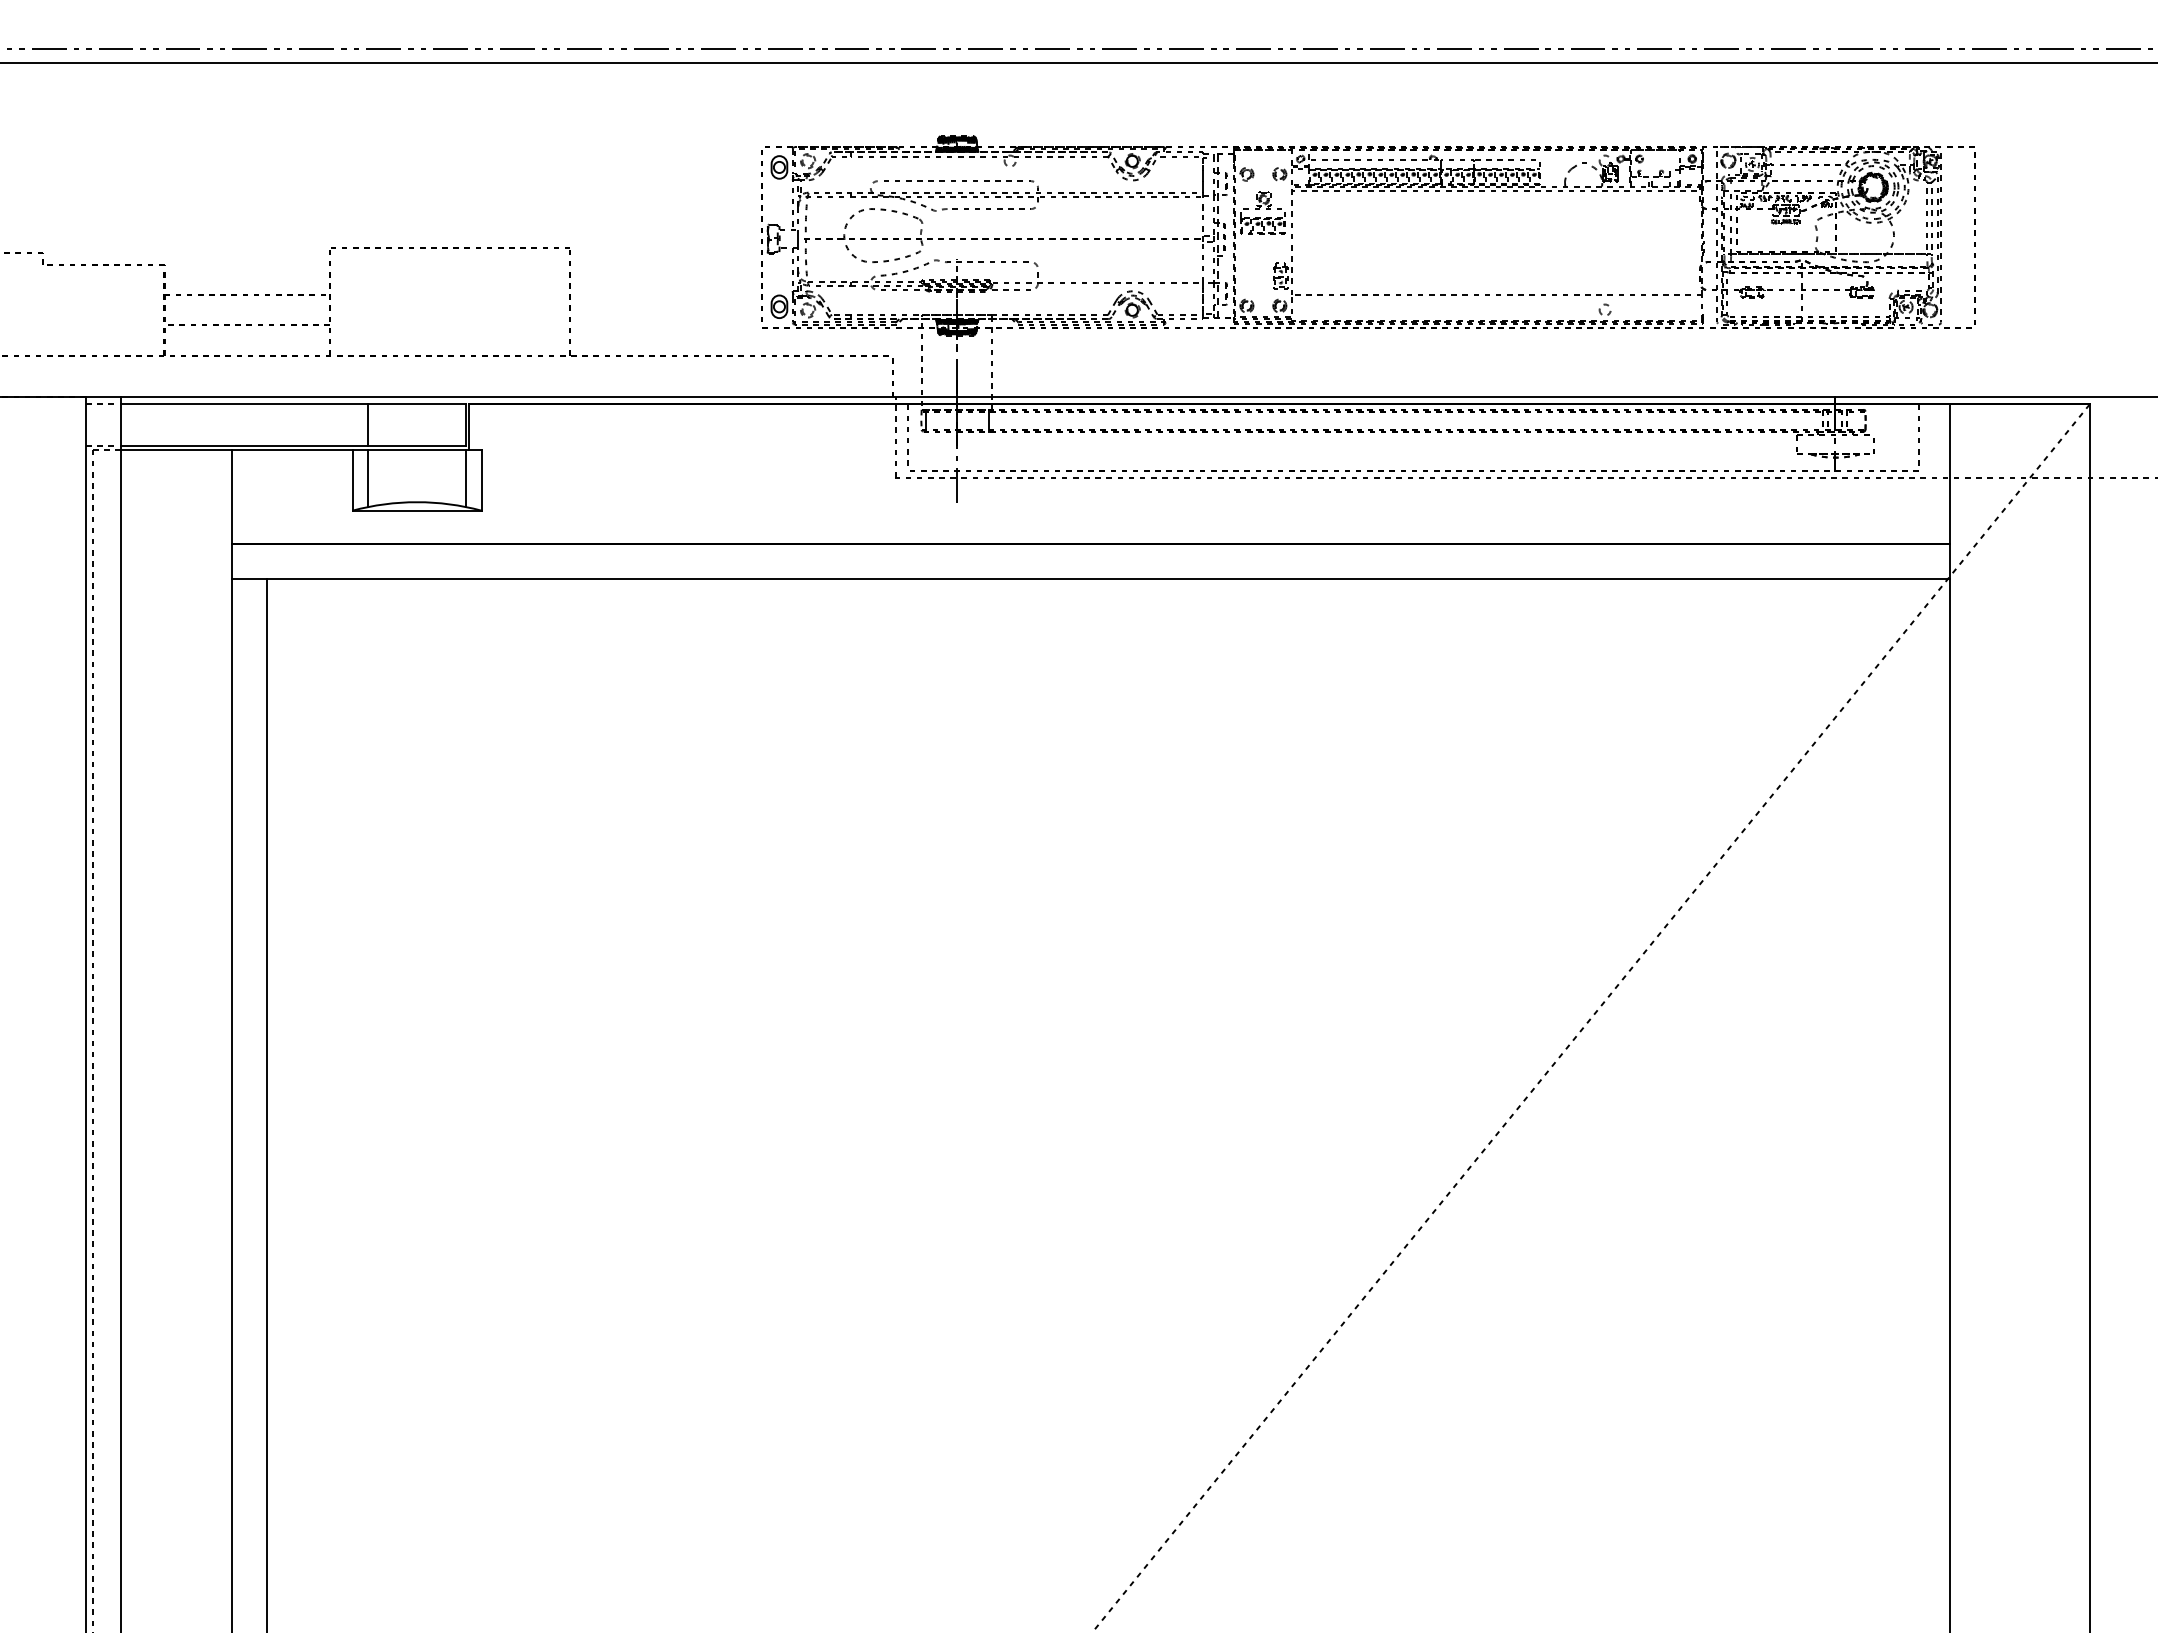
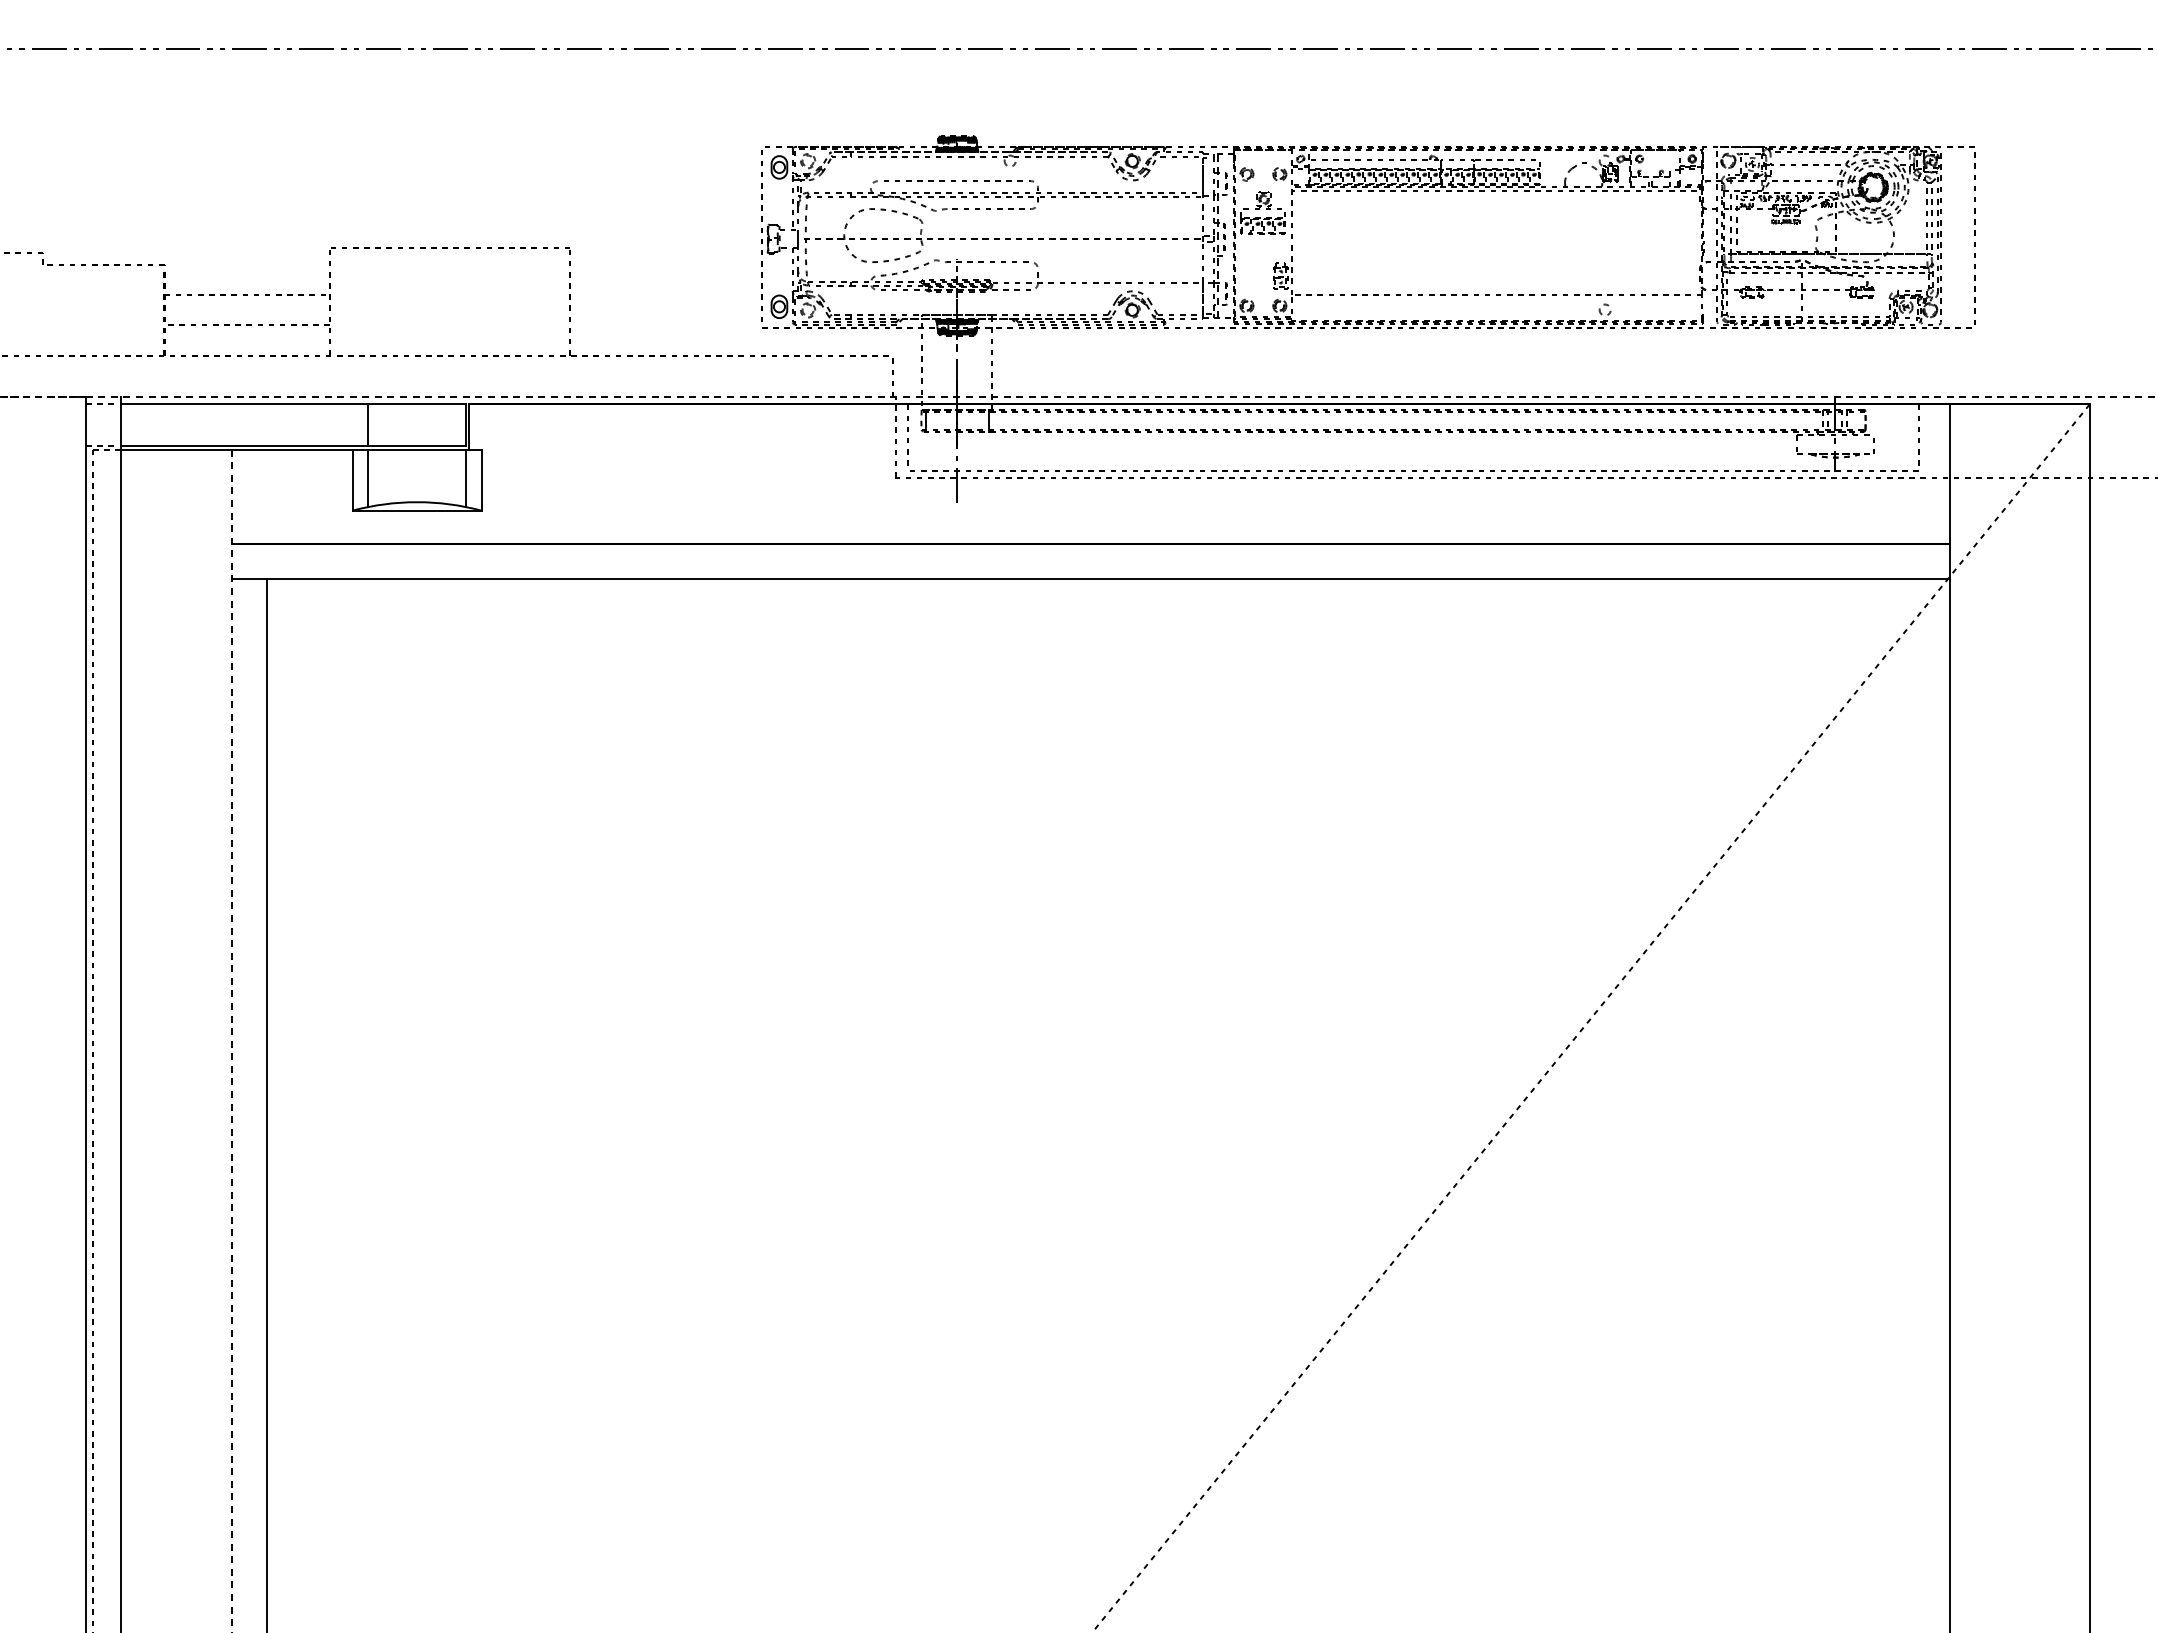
line at (1078, 62): present -> none
line at (1078, 397): solid -> dashed
line at (232, 1041): solid -> dashed
